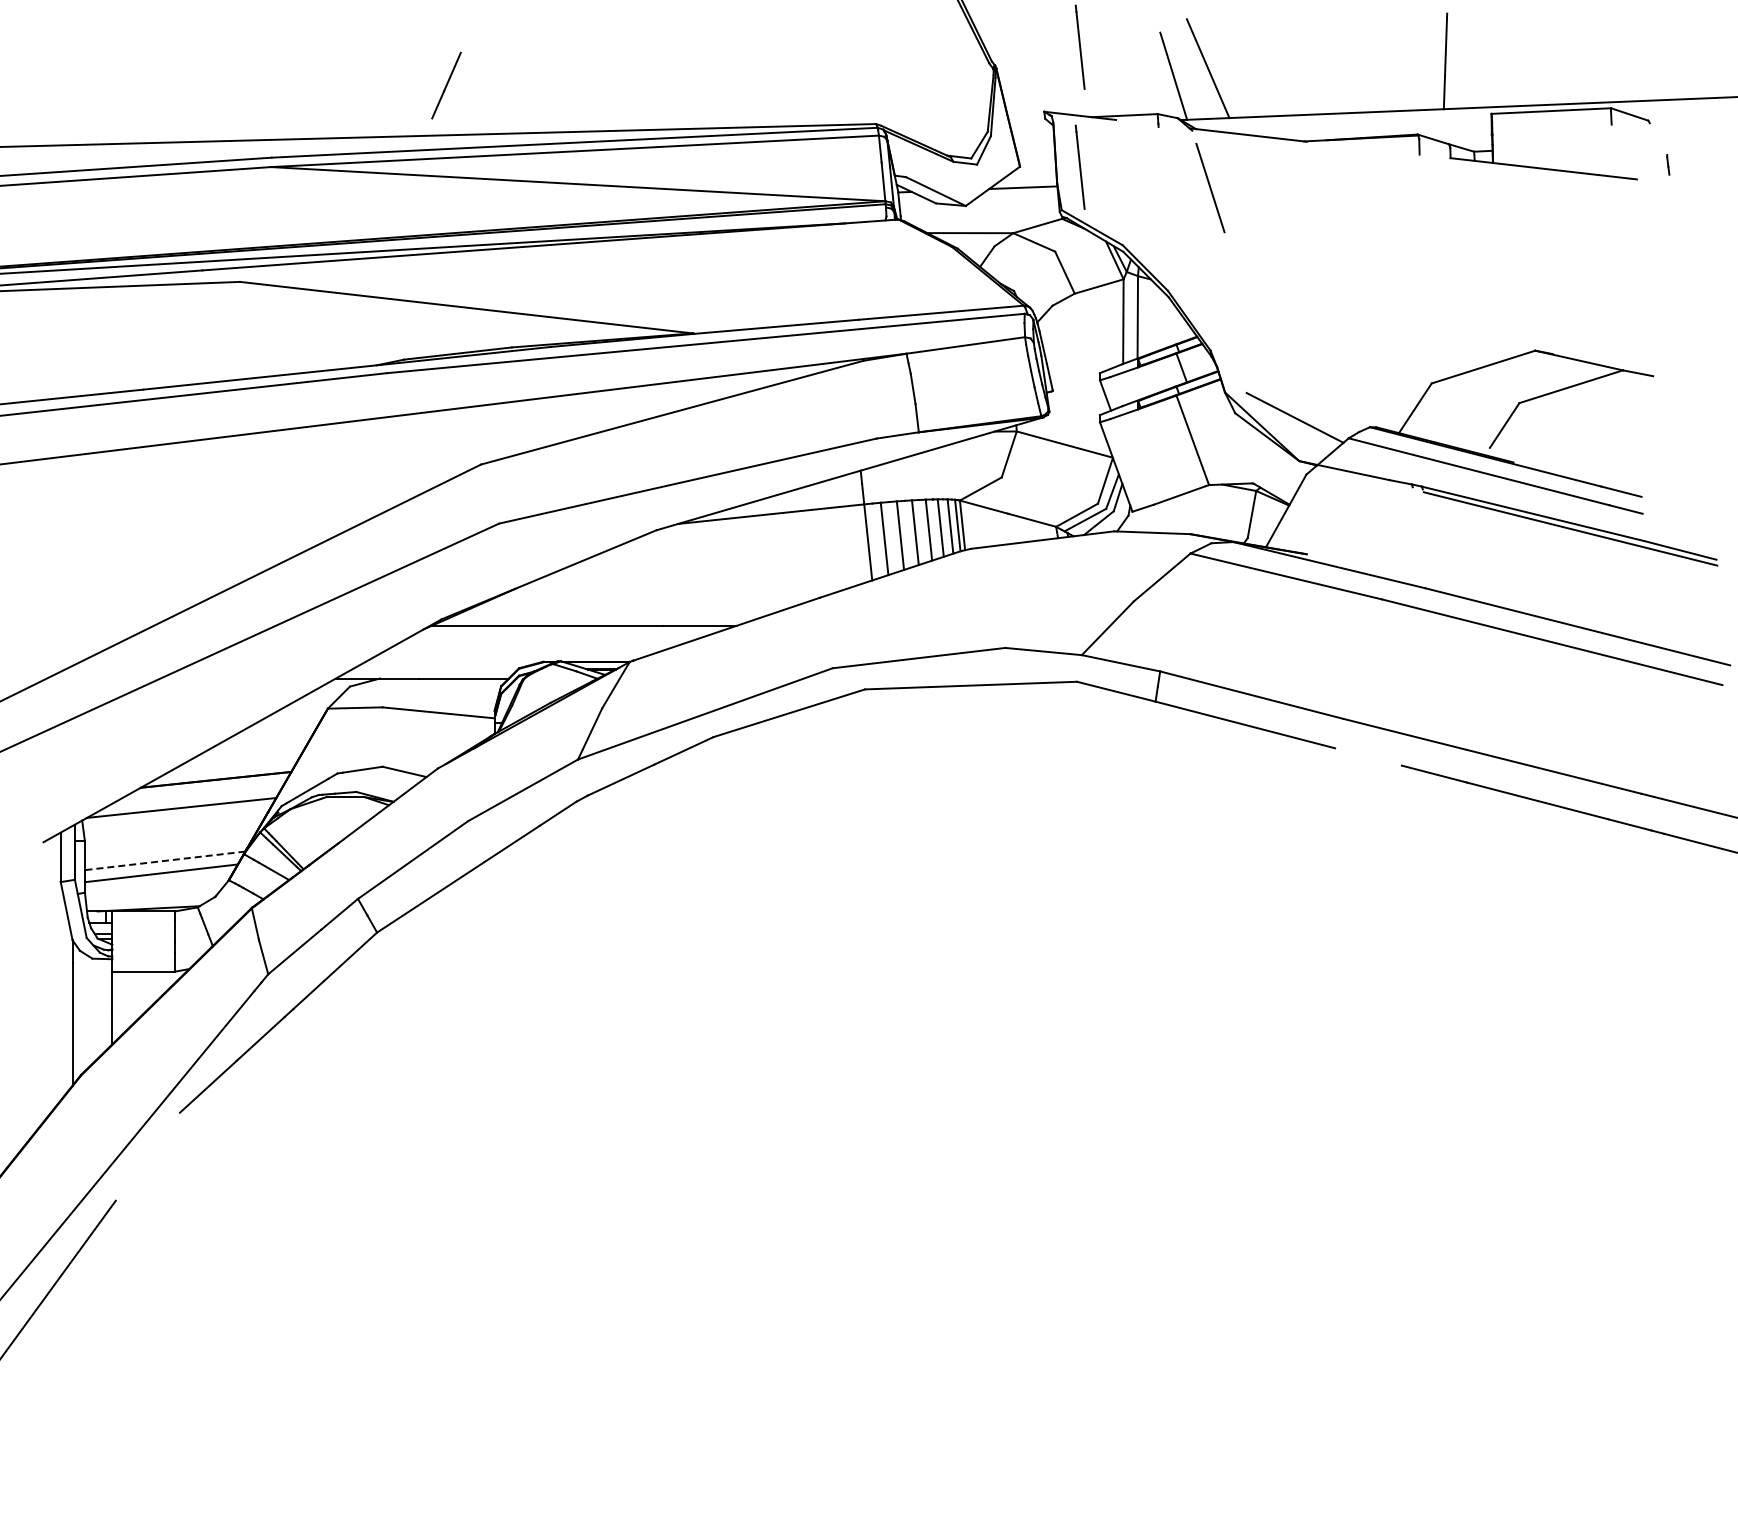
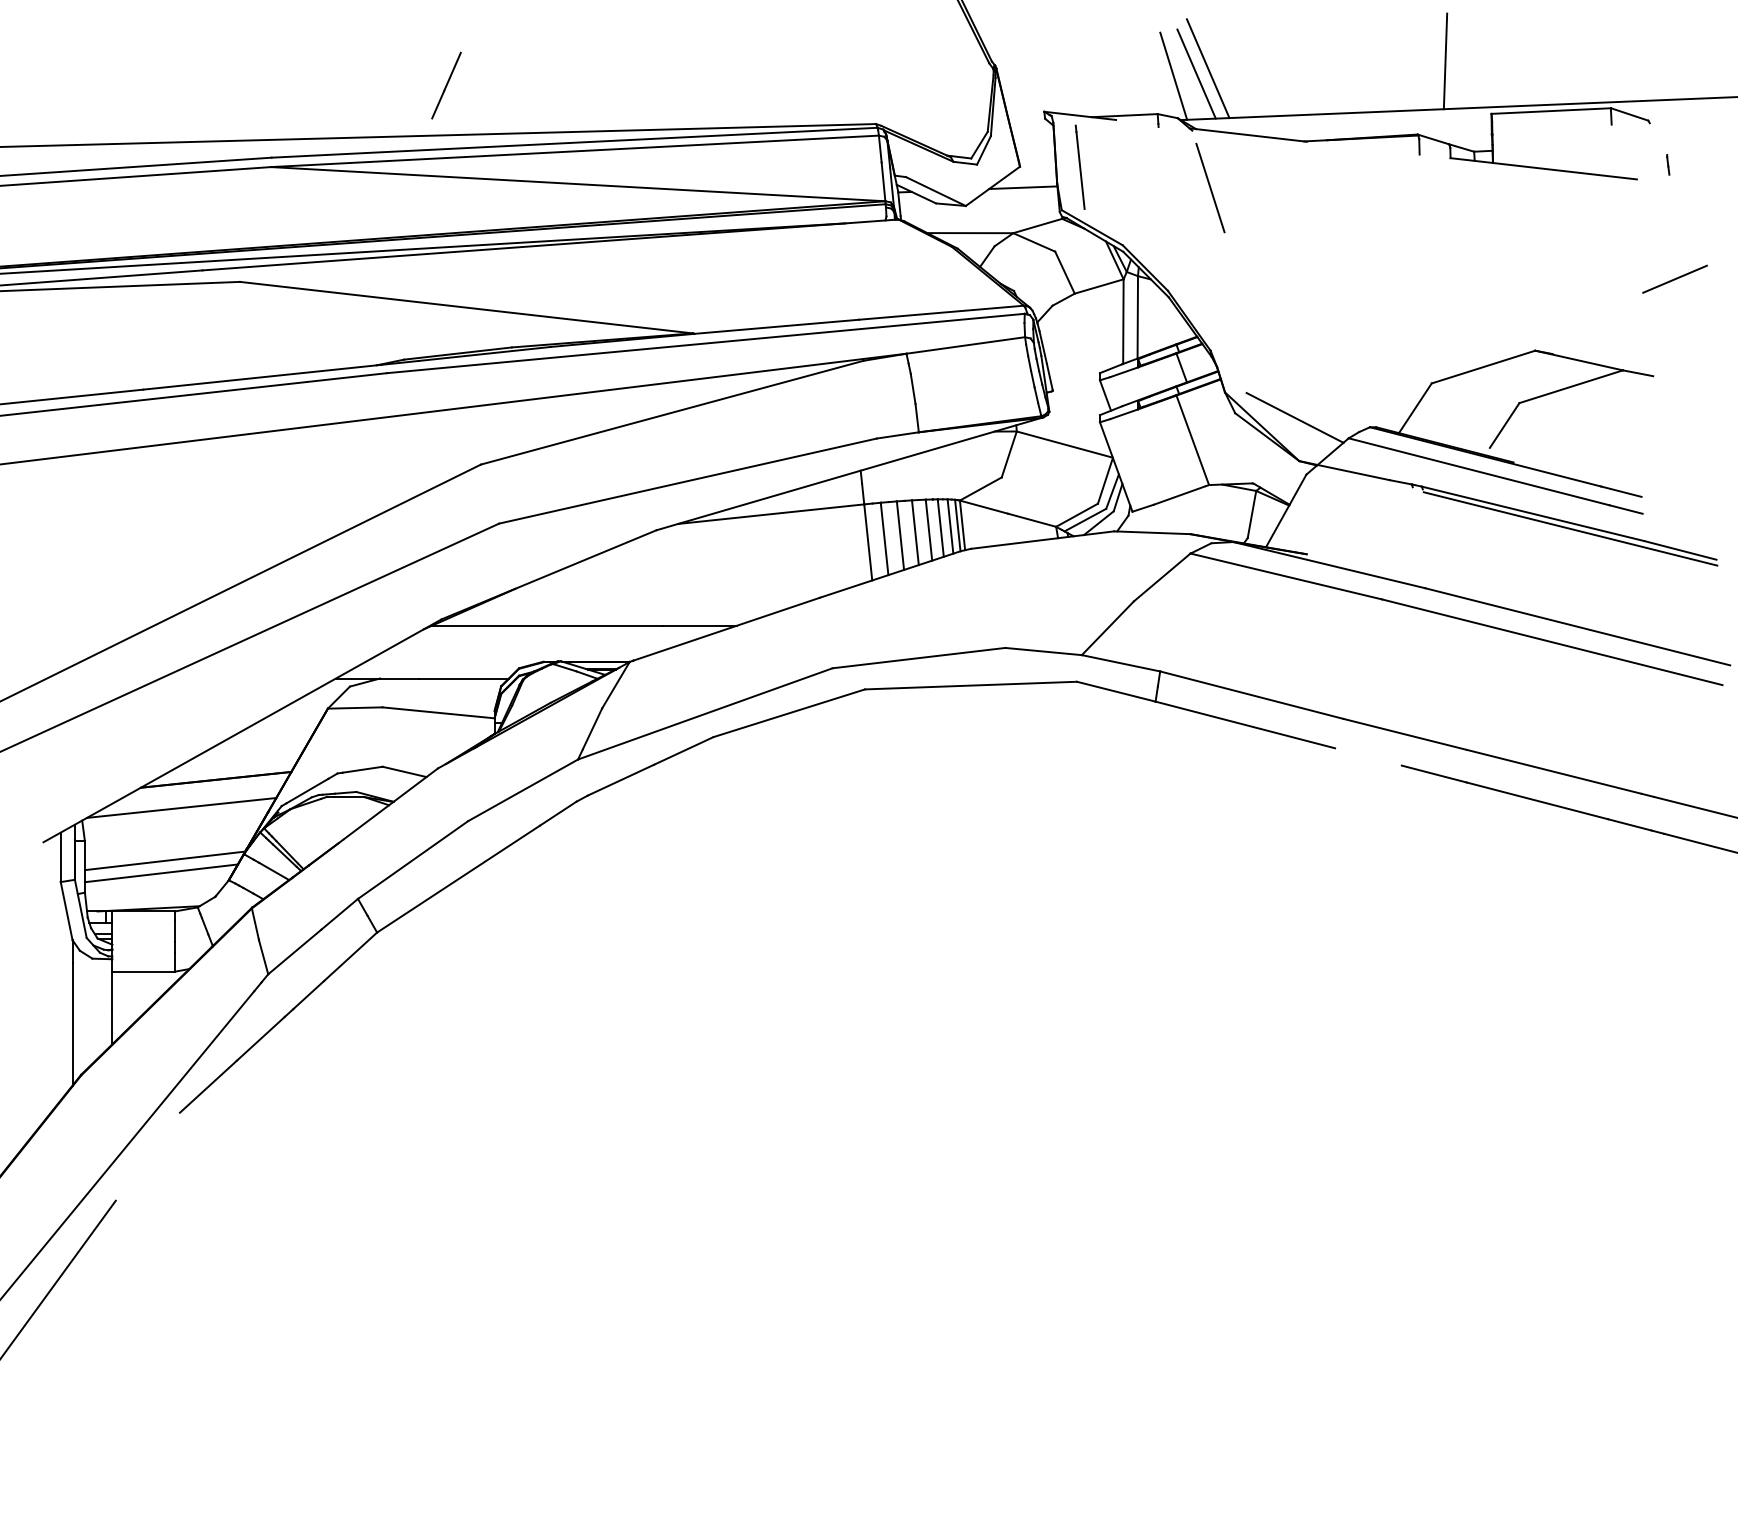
line at (1079, 46): present -> none
line at (1196, 73): none -> present
line at (1674, 278): none -> present
line at (165, 860): dashed -> solid
